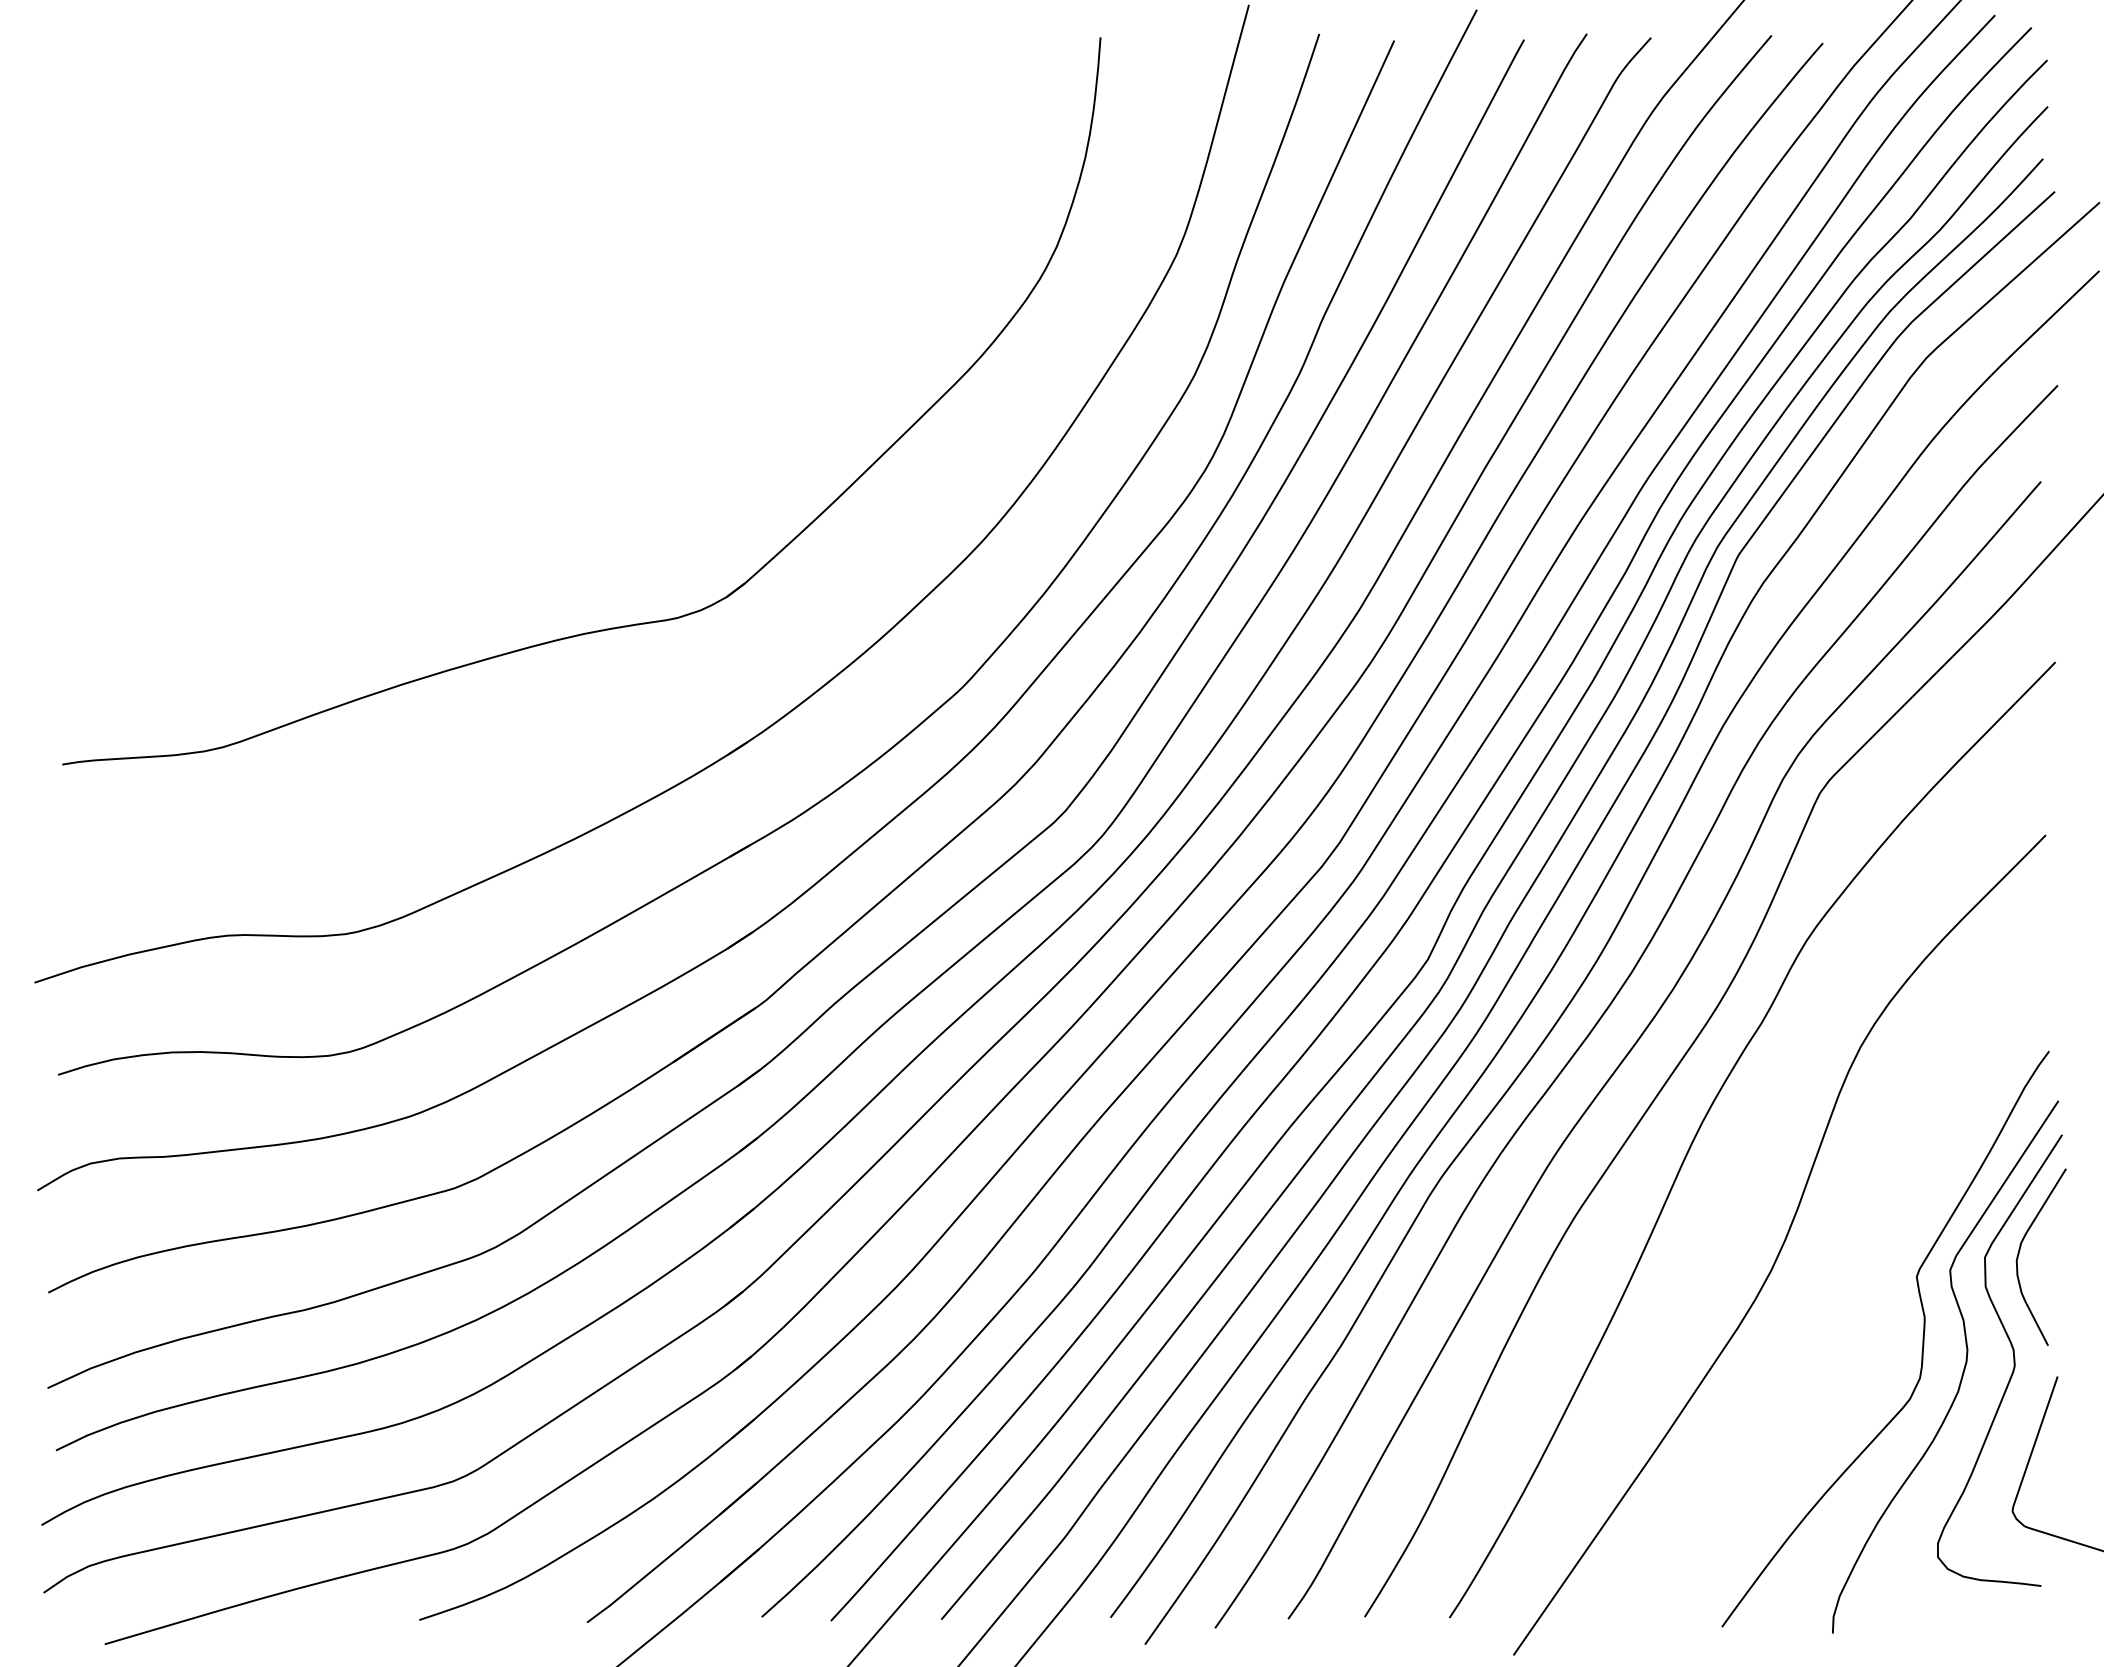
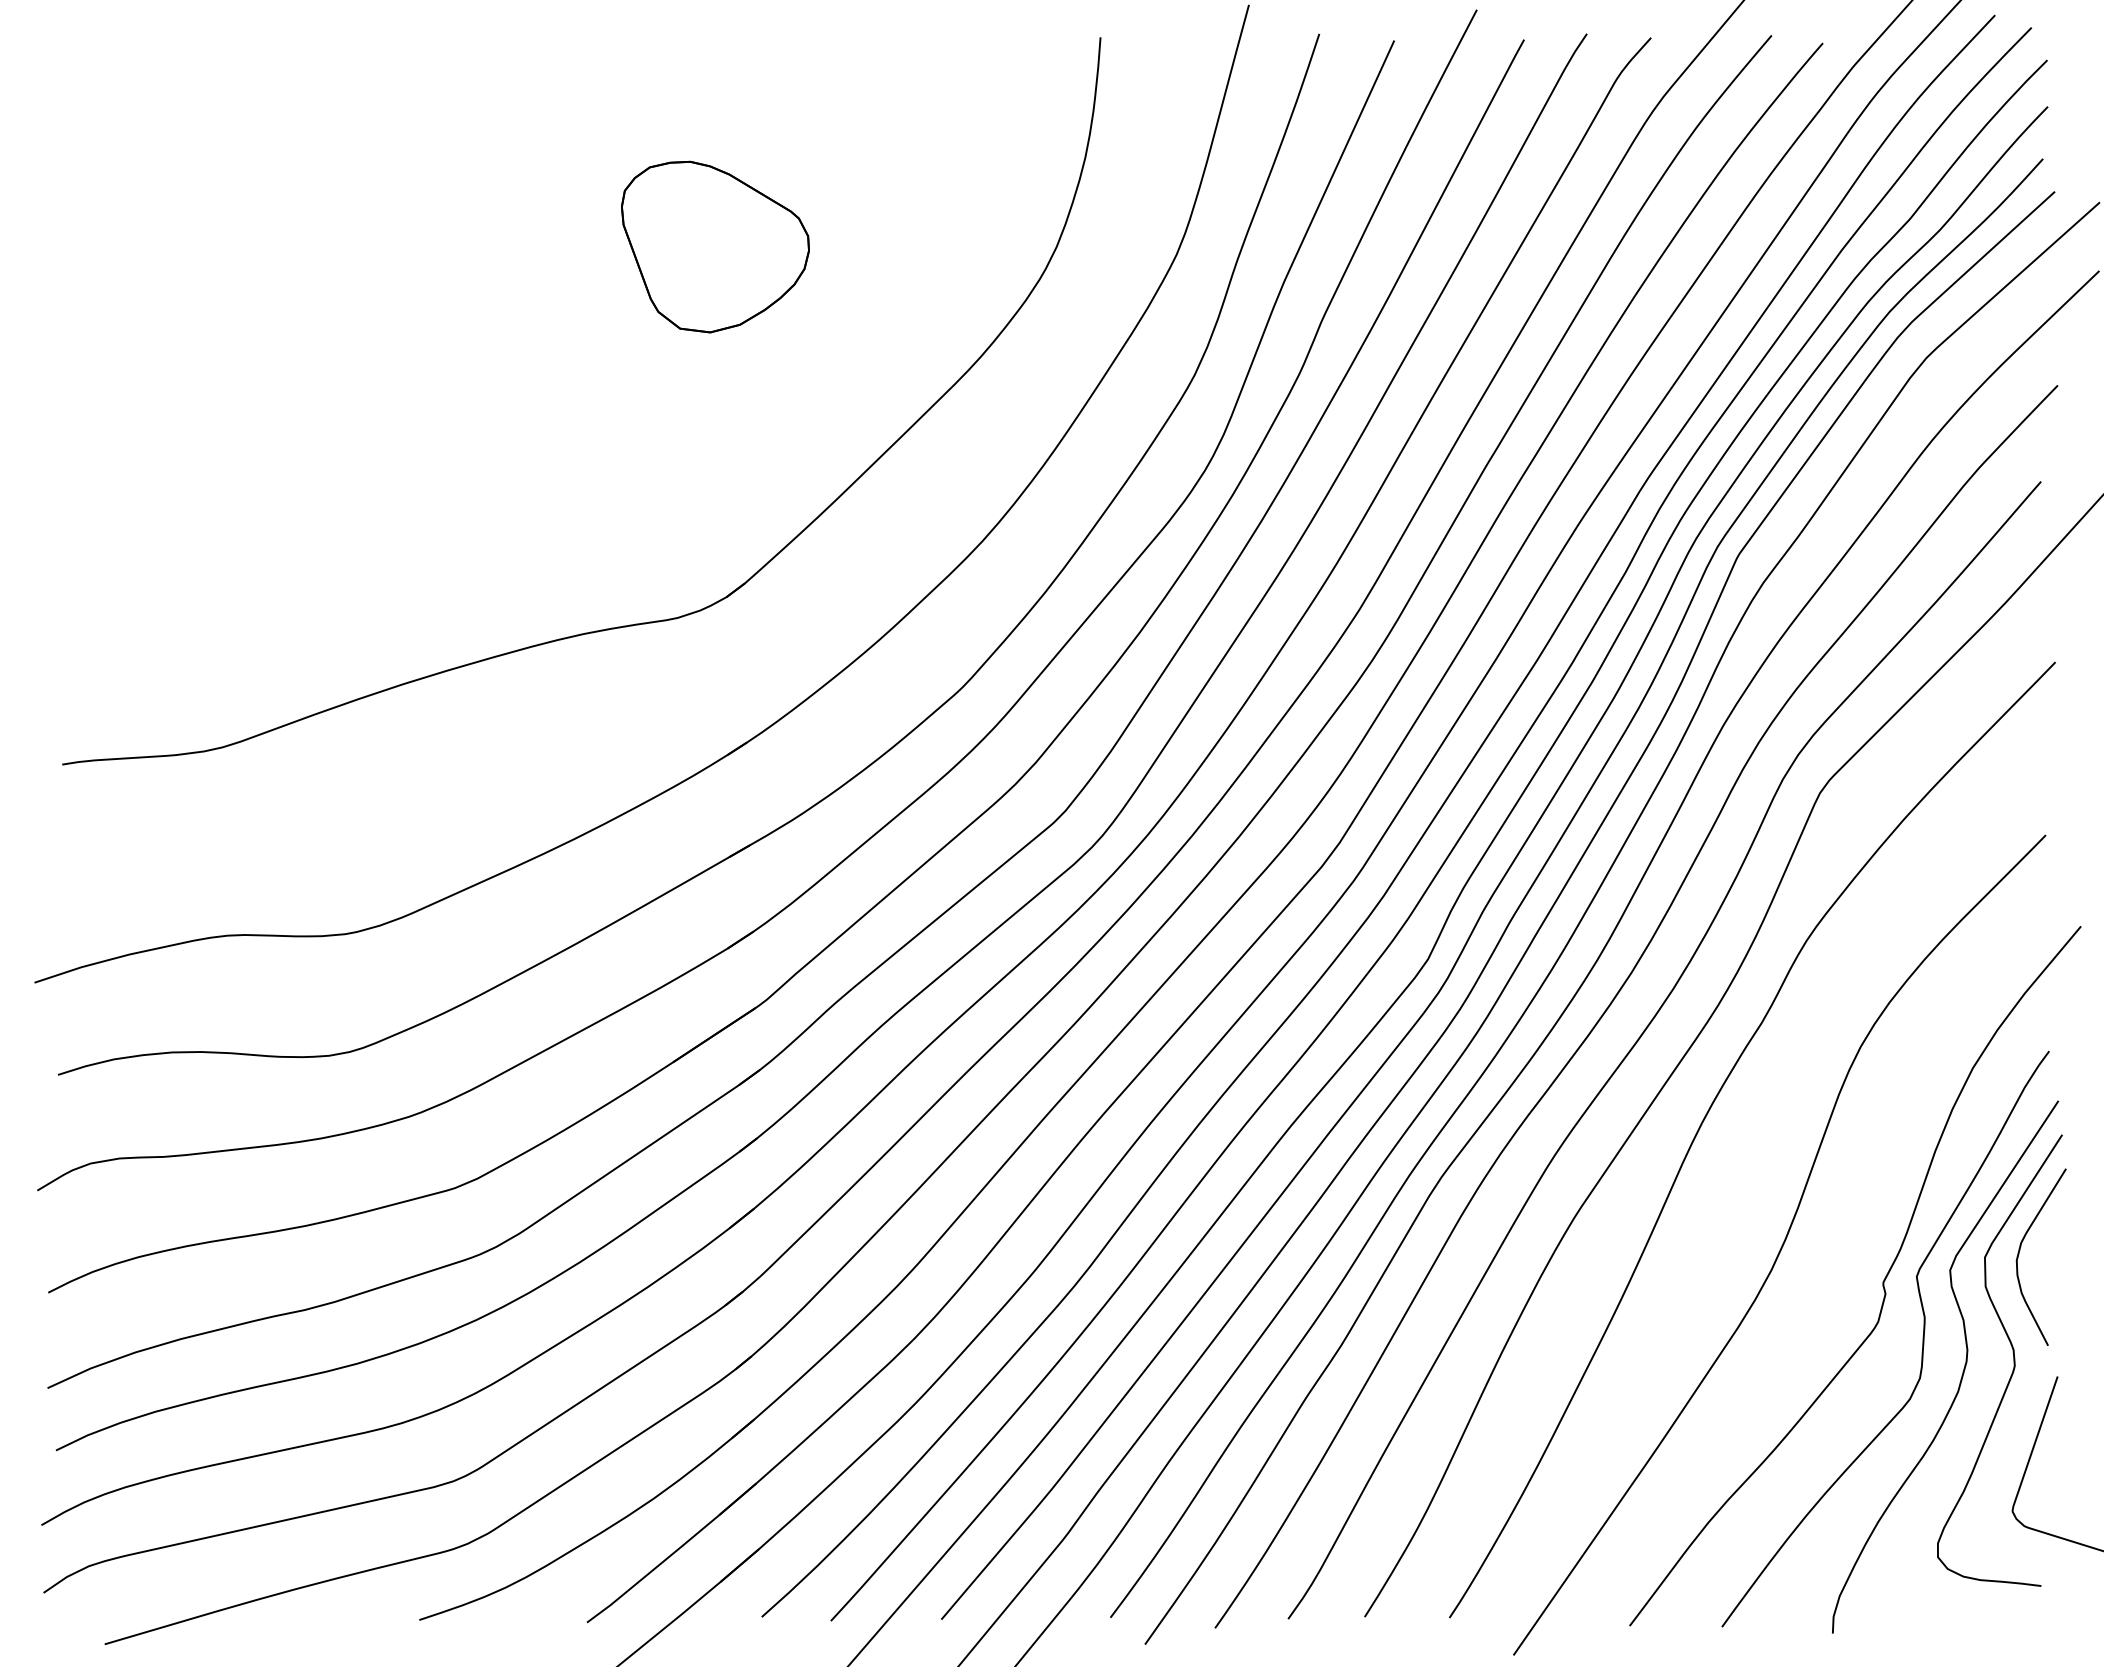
part at (715, 246): none -> present
curve at (1882, 1281): none -> present
